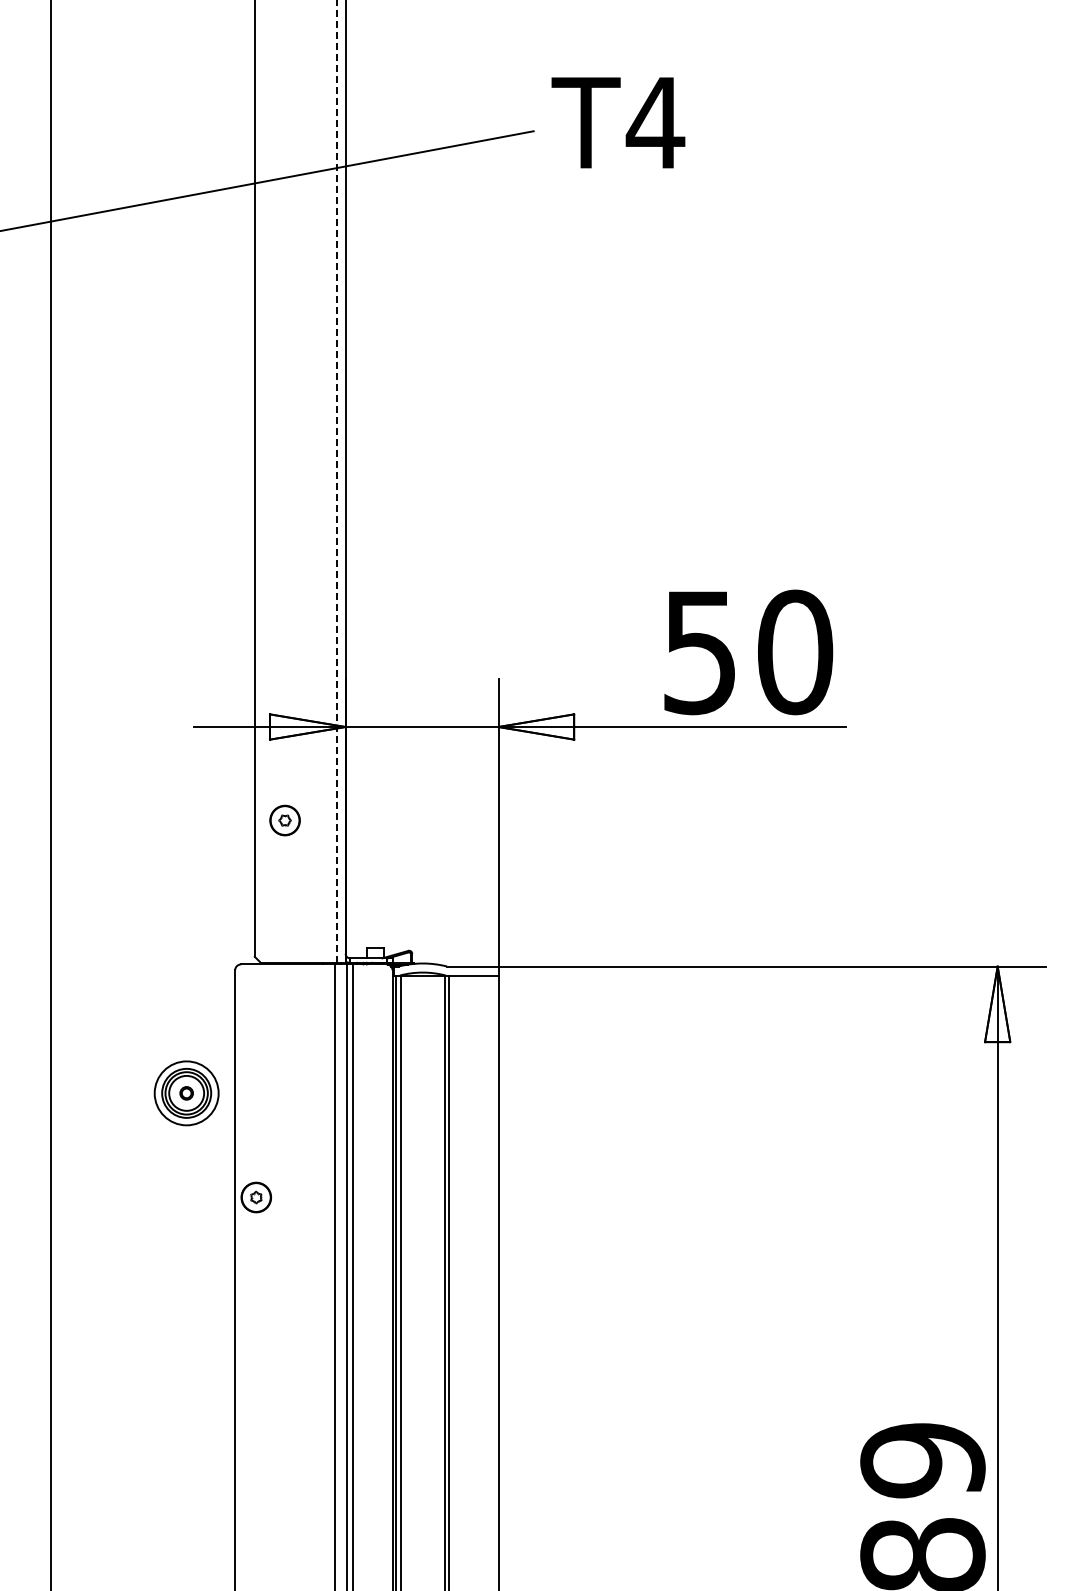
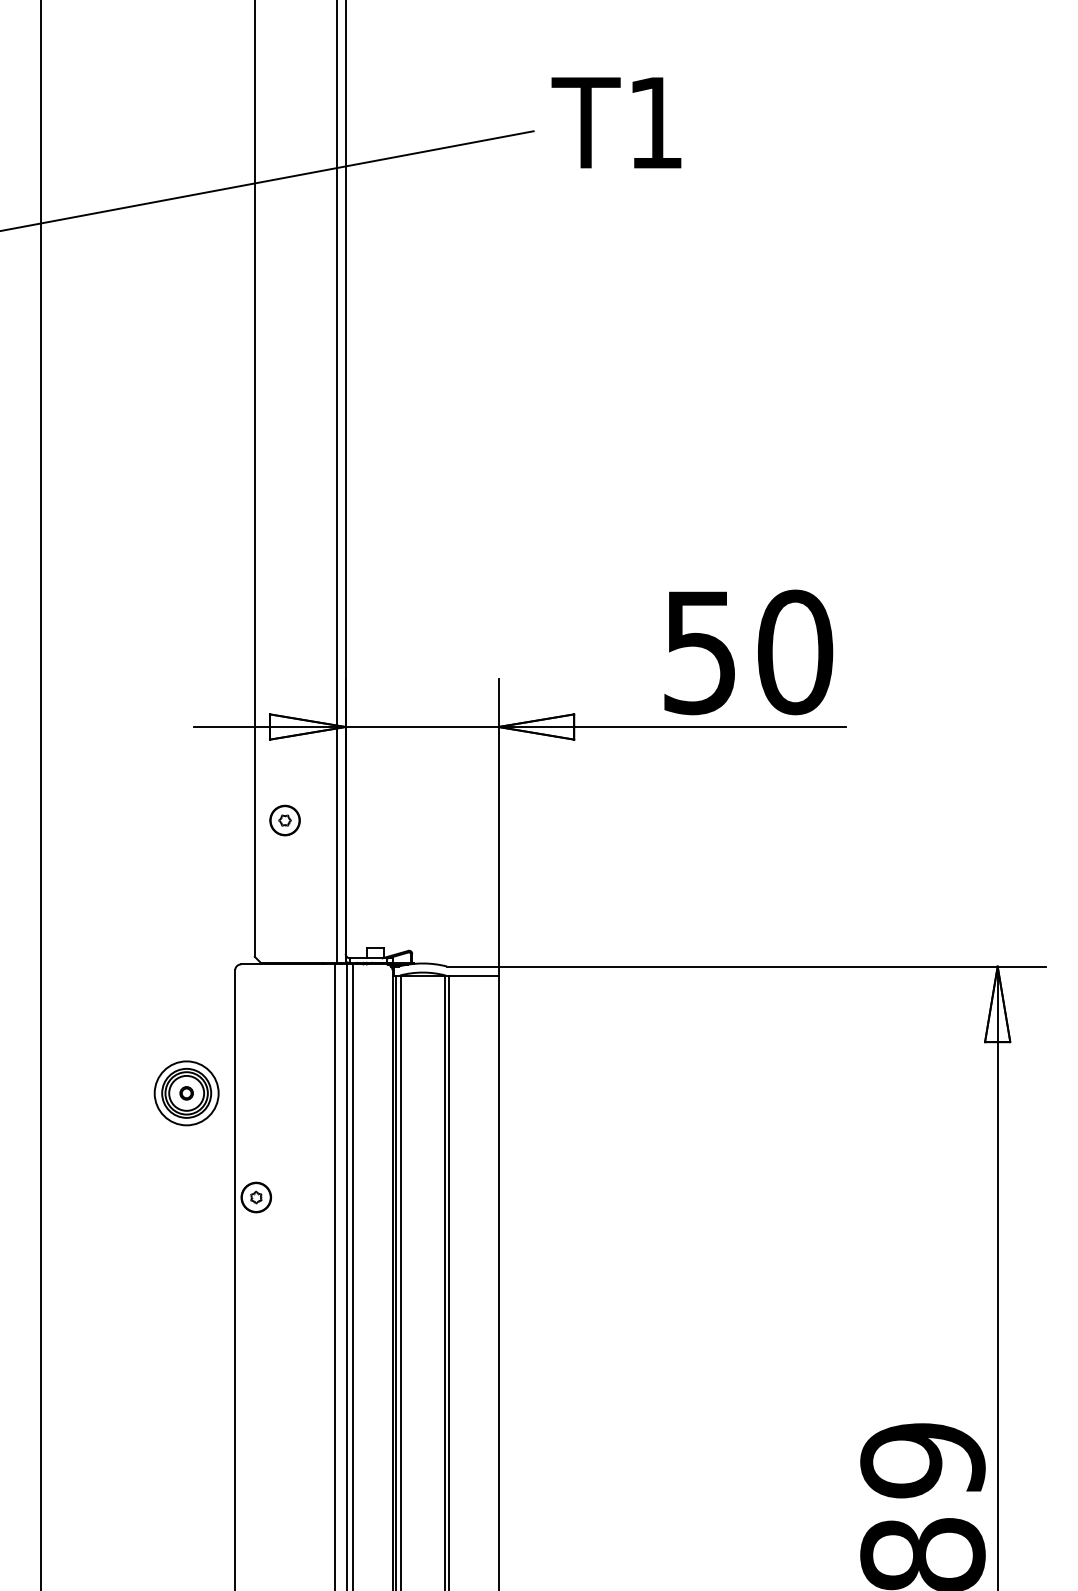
text at (655, 122): T4 -> T1
line at (336, 481): dashed -> solid
line at (51, 794) position: (51, 794) -> (41, 794)
